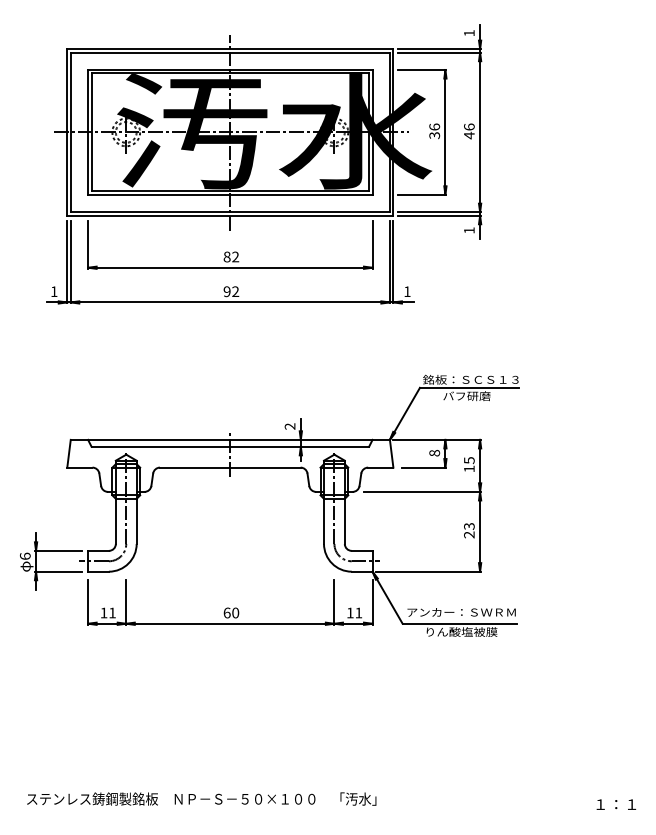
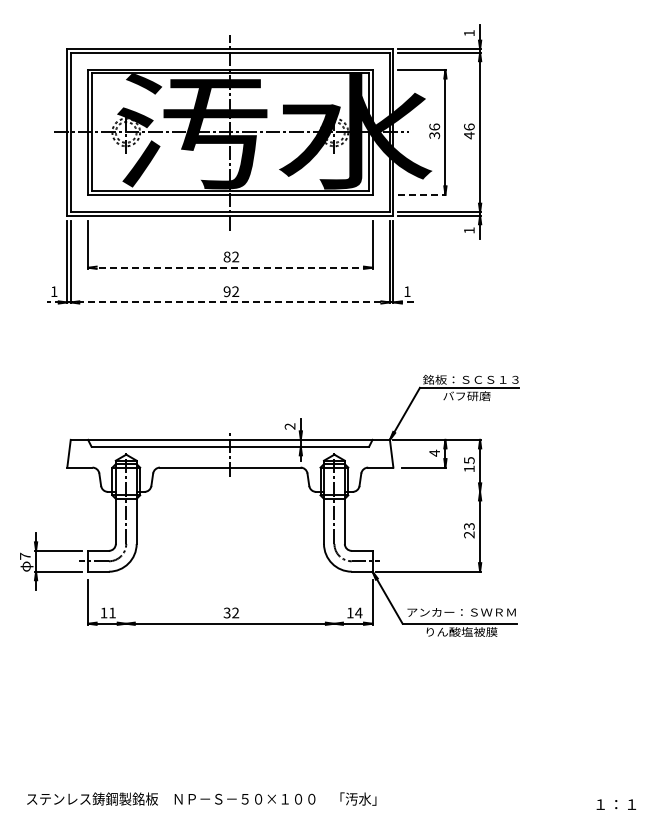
line at (422, 194): solid -> dashed
line at (230, 267): solid -> dashed
line at (230, 302): solid -> dashed
text at (434, 452): 8 -> 4
line at (422, 491): present -> none
text at (24, 555): 6 -> 7
line at (126, 601): present -> none
line at (334, 601): present -> none
text at (231, 612): 60 -> 32
text at (358, 612): 11 -> 14
